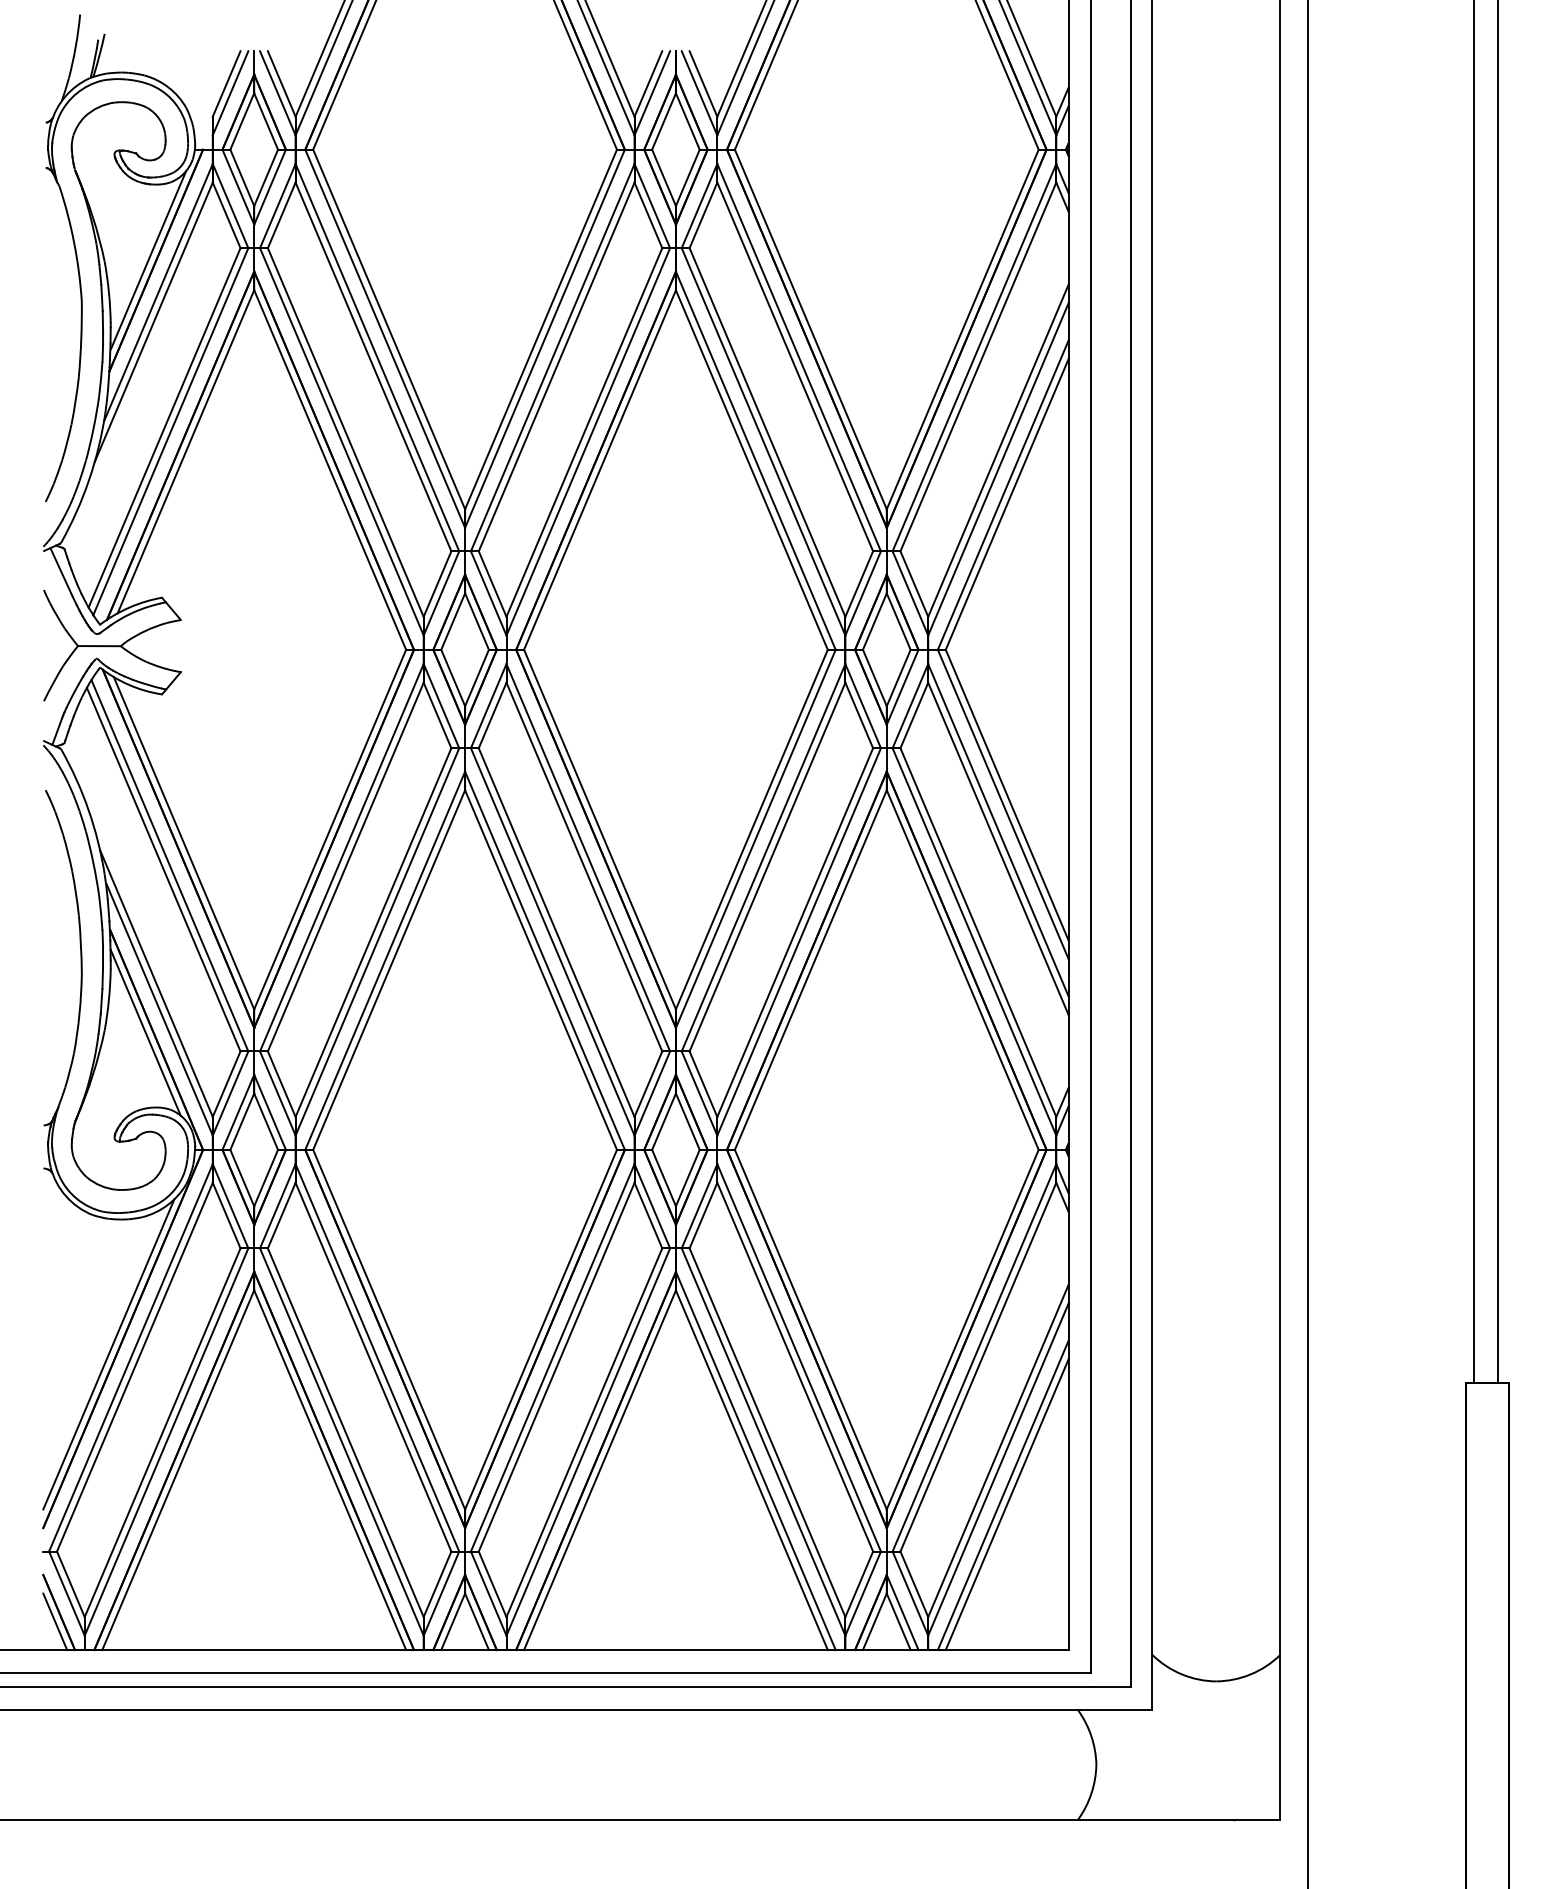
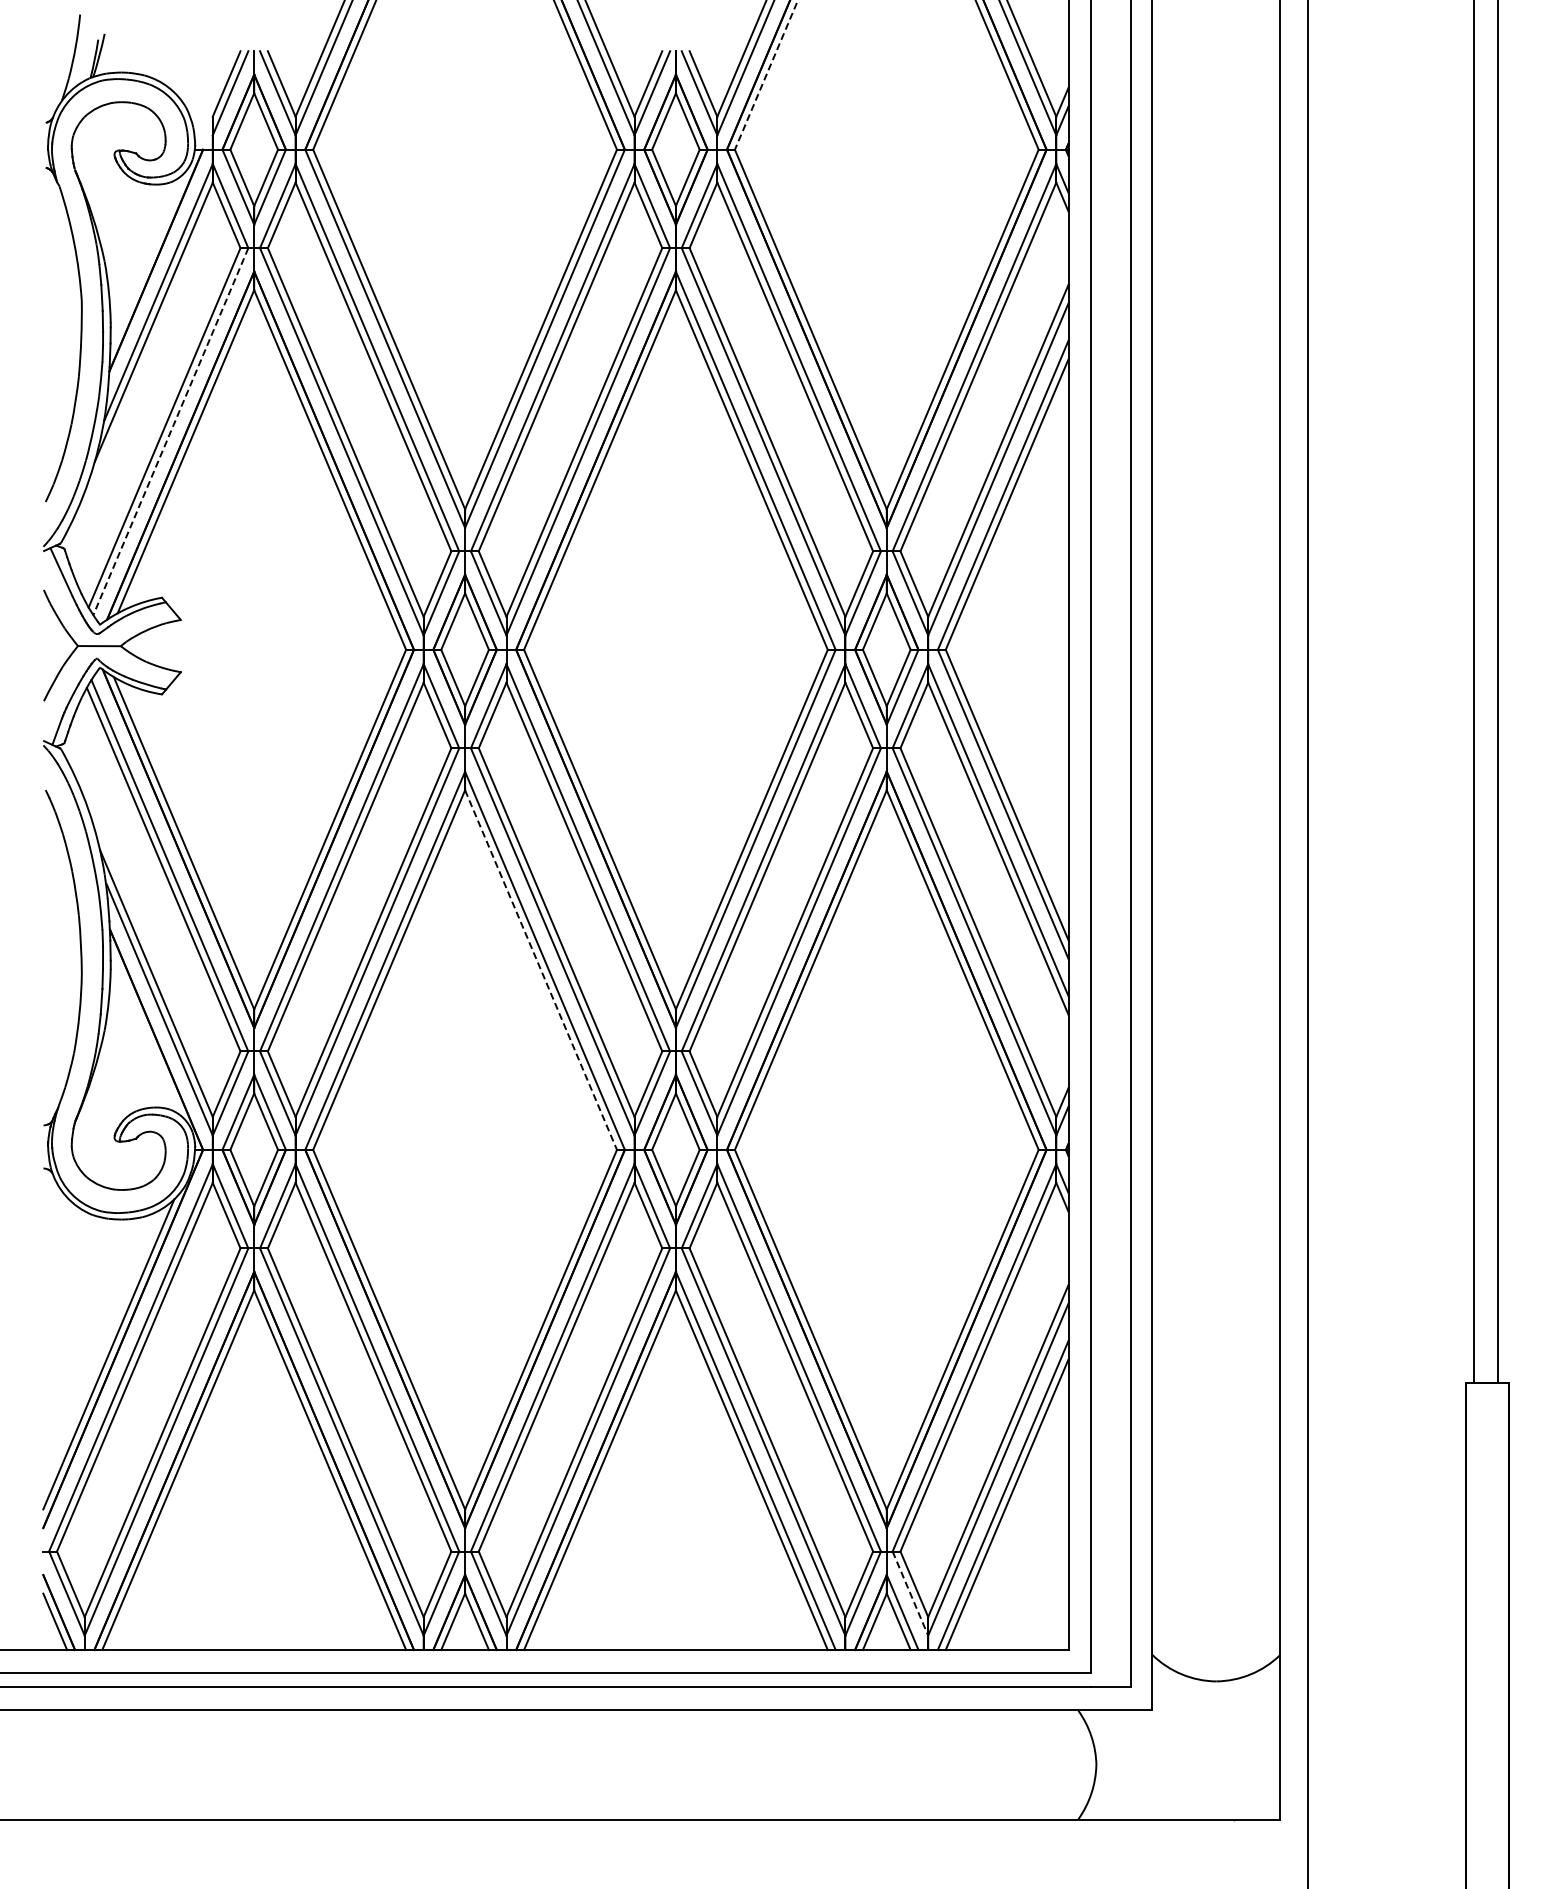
line at (766, 75): solid -> dashed
line at (148, 260): present -> none
line at (170, 432): solid -> dashed
line at (541, 970): solid -> dashed
line at (145, 1032): present -> none
line at (910, 1593): solid -> dashed
